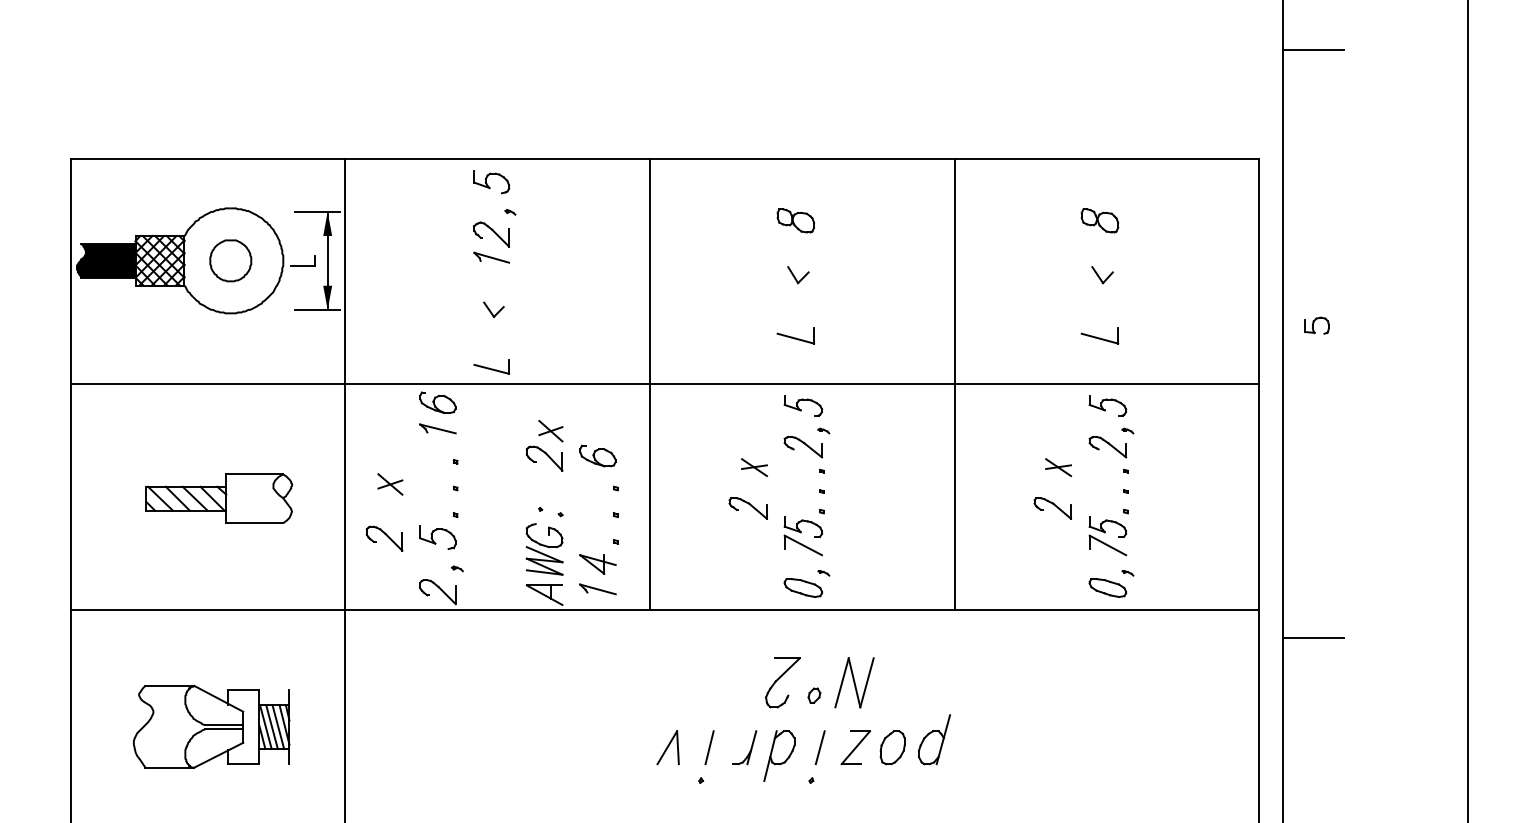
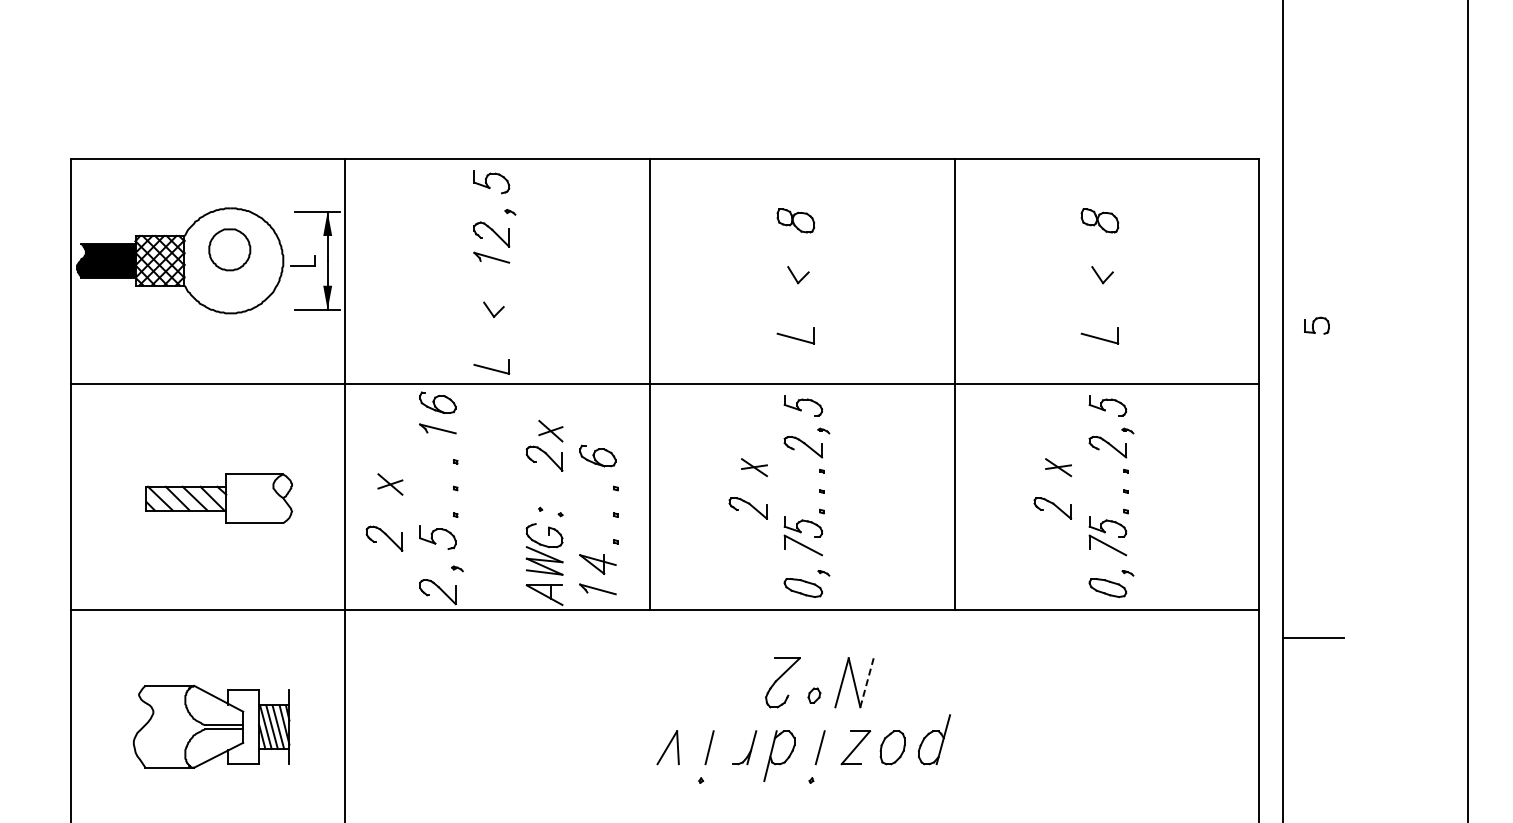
line at (1313, 50): present -> none
part at (230, 260) position: (230, 260) -> (229, 249)
line at (867, 682): solid -> dashed
